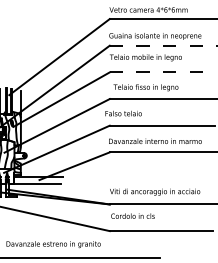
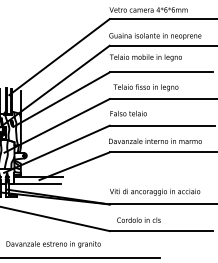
line at (163, 45): dashed -> solid
line at (161, 72): dashed -> solid
text at (123, 113) position: (123, 113) -> (128, 113)
text at (132, 215) position: (132, 215) -> (138, 219)
